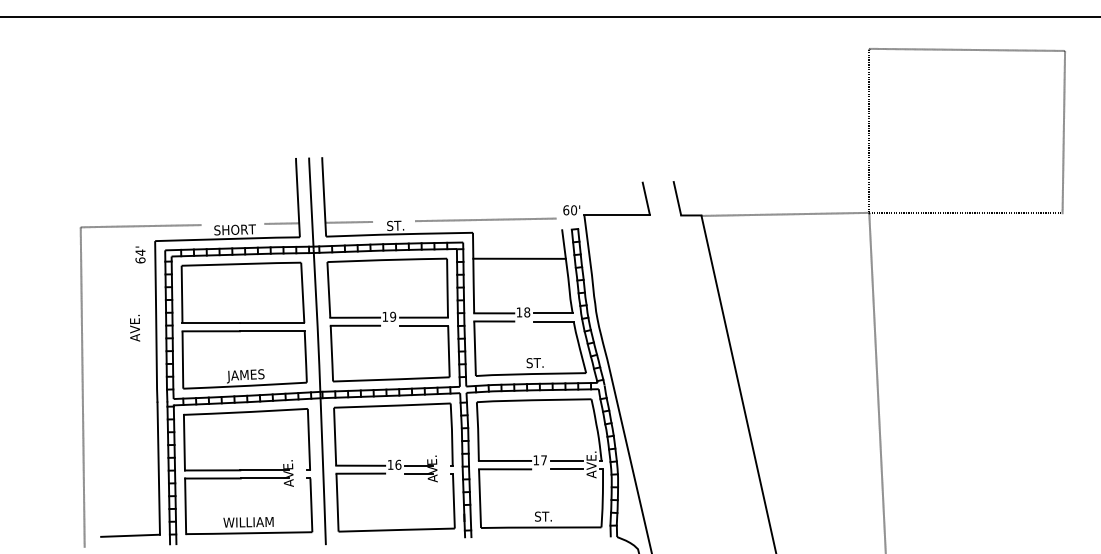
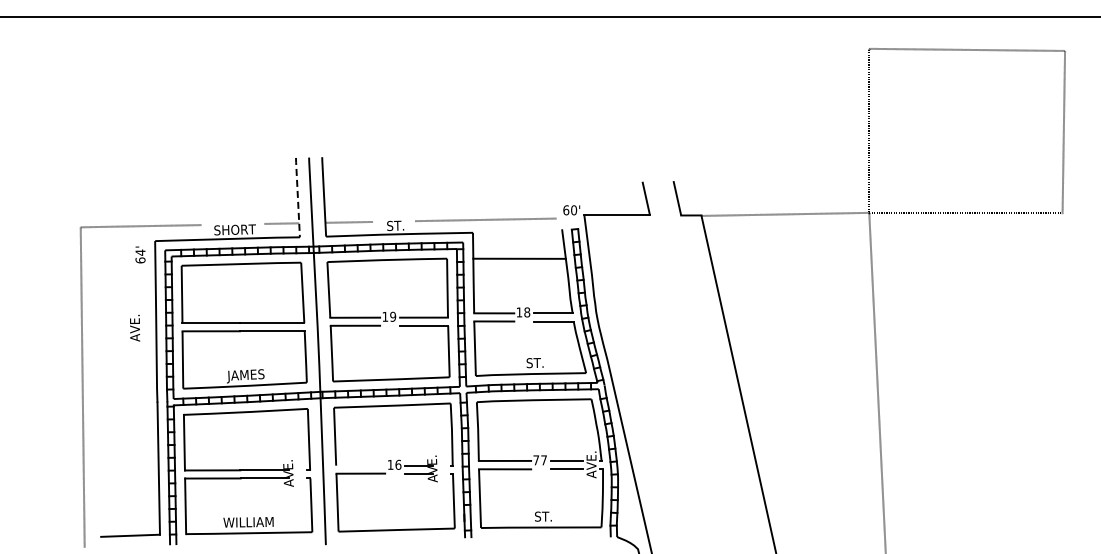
line at (297, 196): solid -> dashed
text at (536, 460): 17 -> 77
line at (360, 465): present -> none
